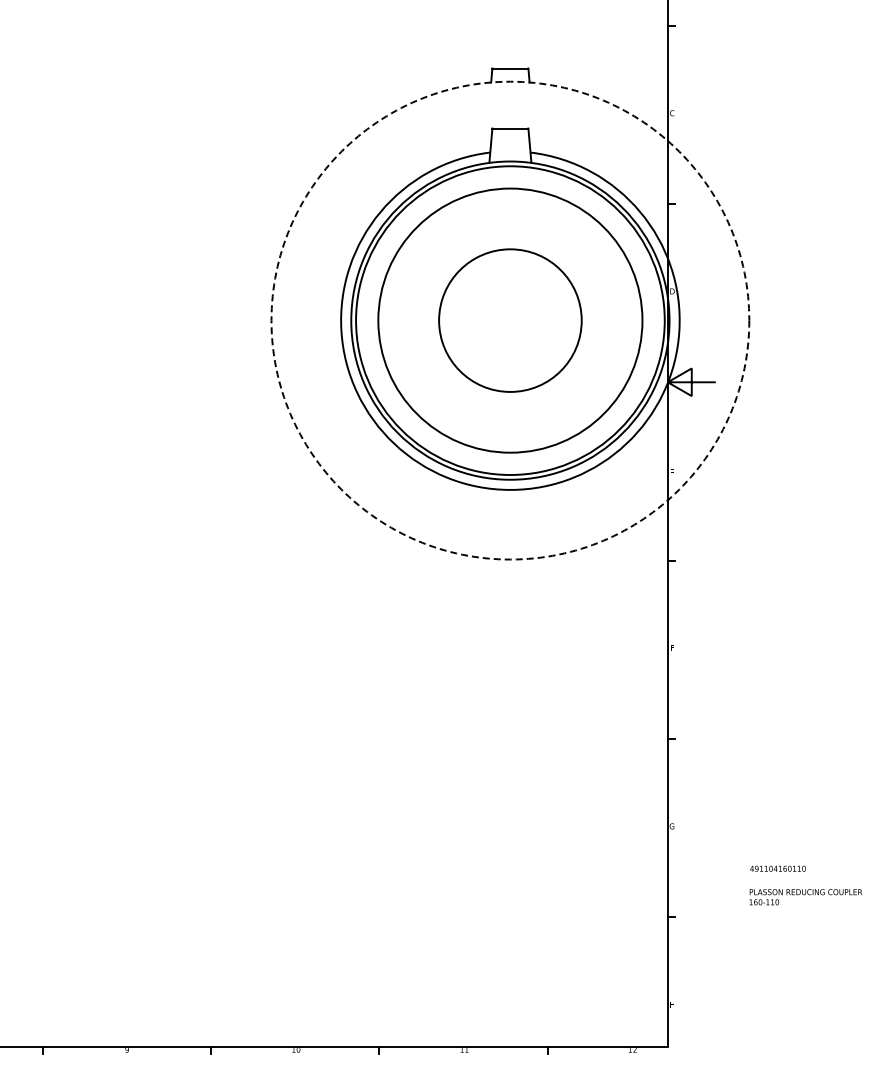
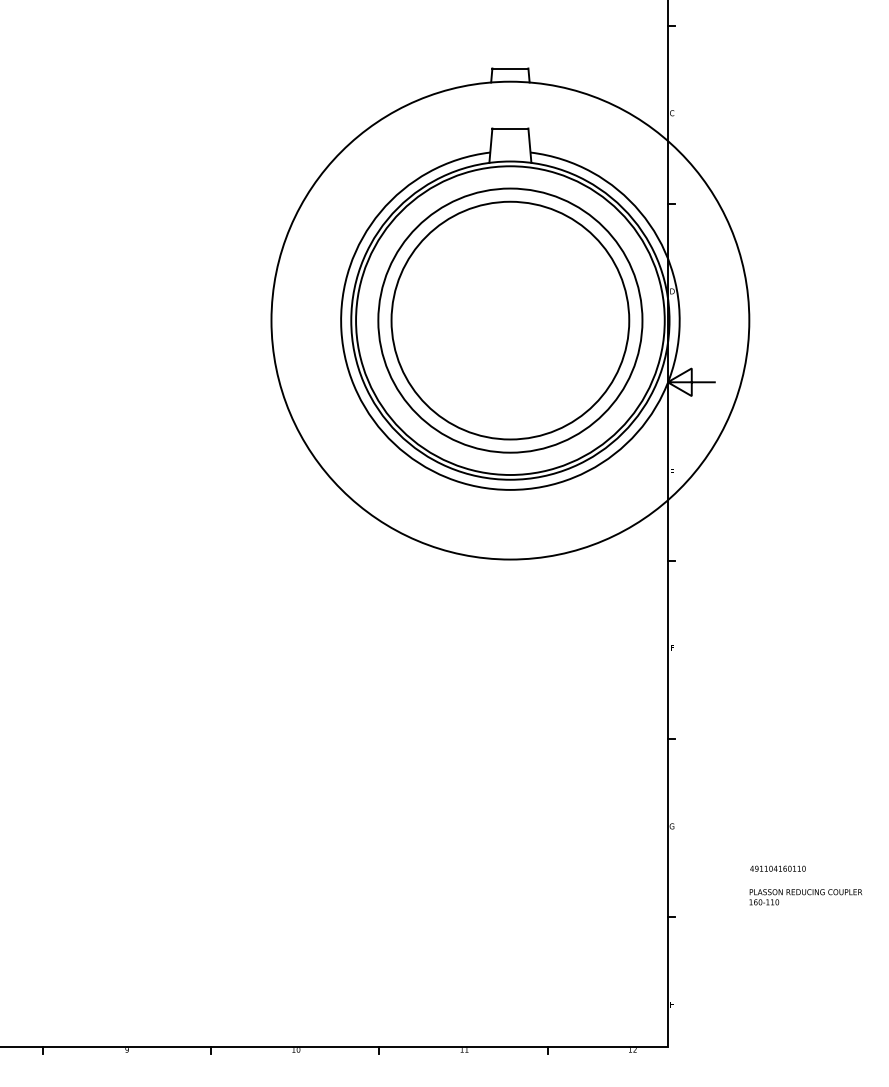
circle at (510, 320) diameter: 143 px -> 238 px
circle at (510, 320): dashed -> solid
